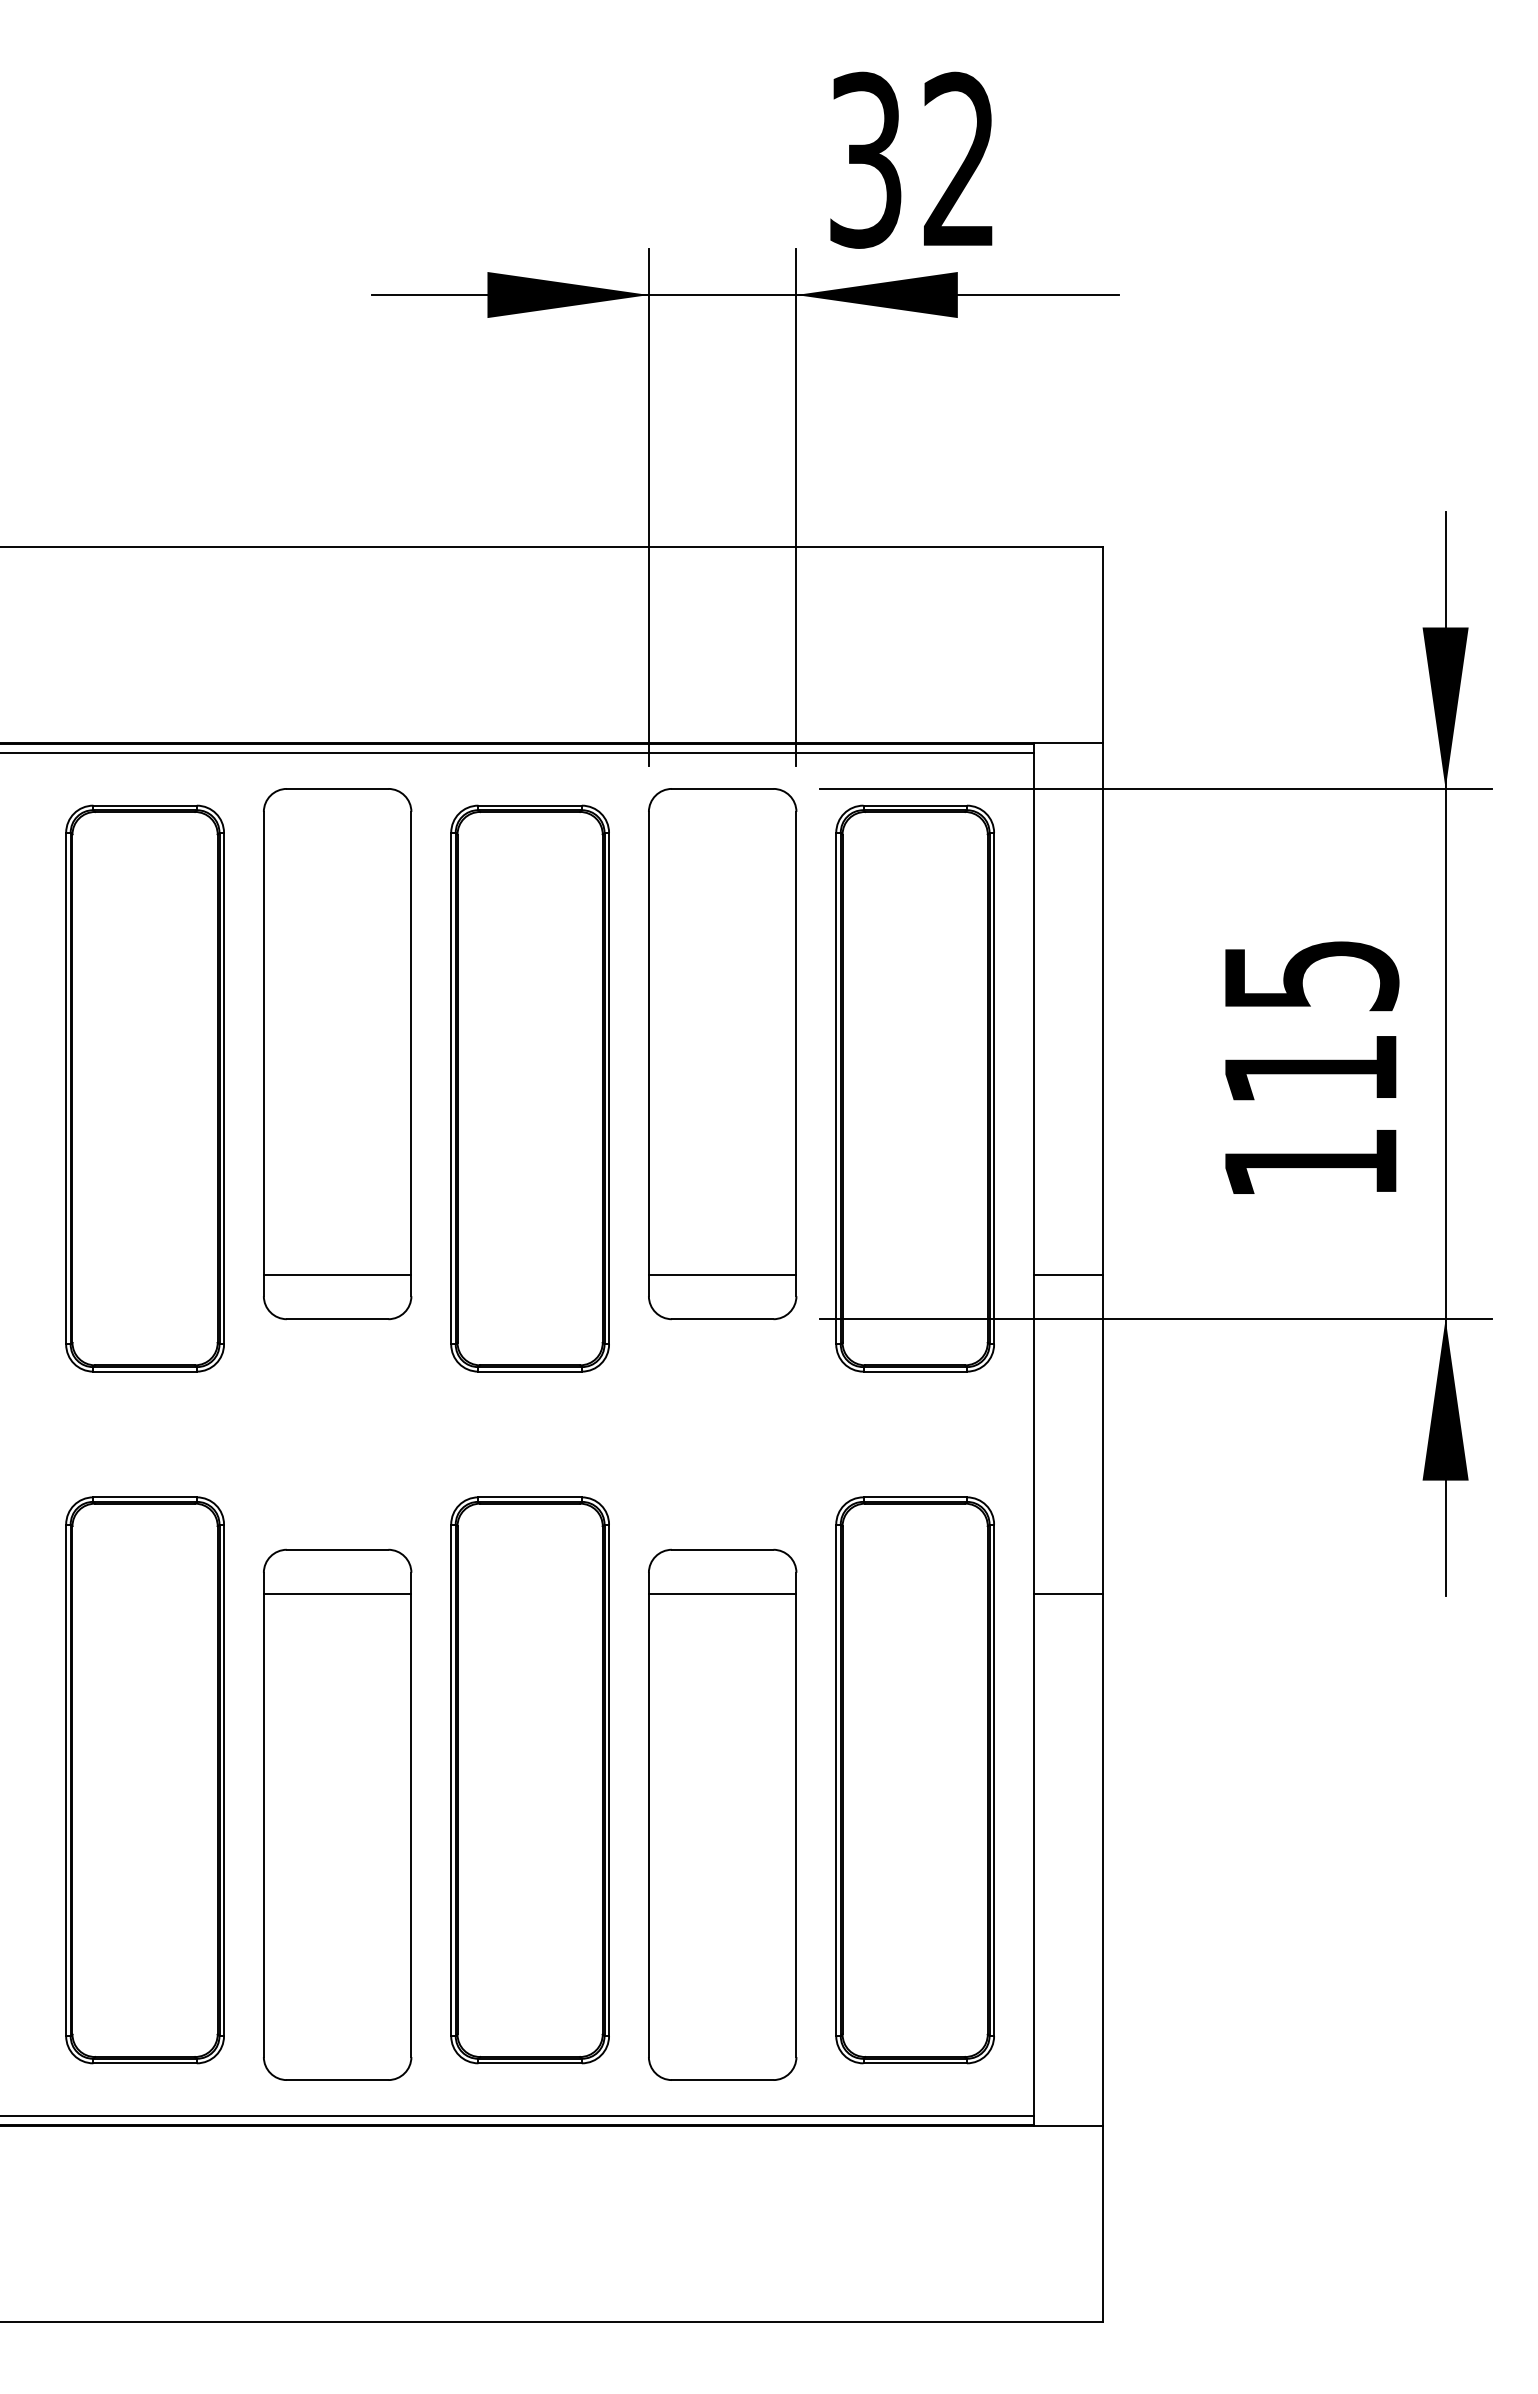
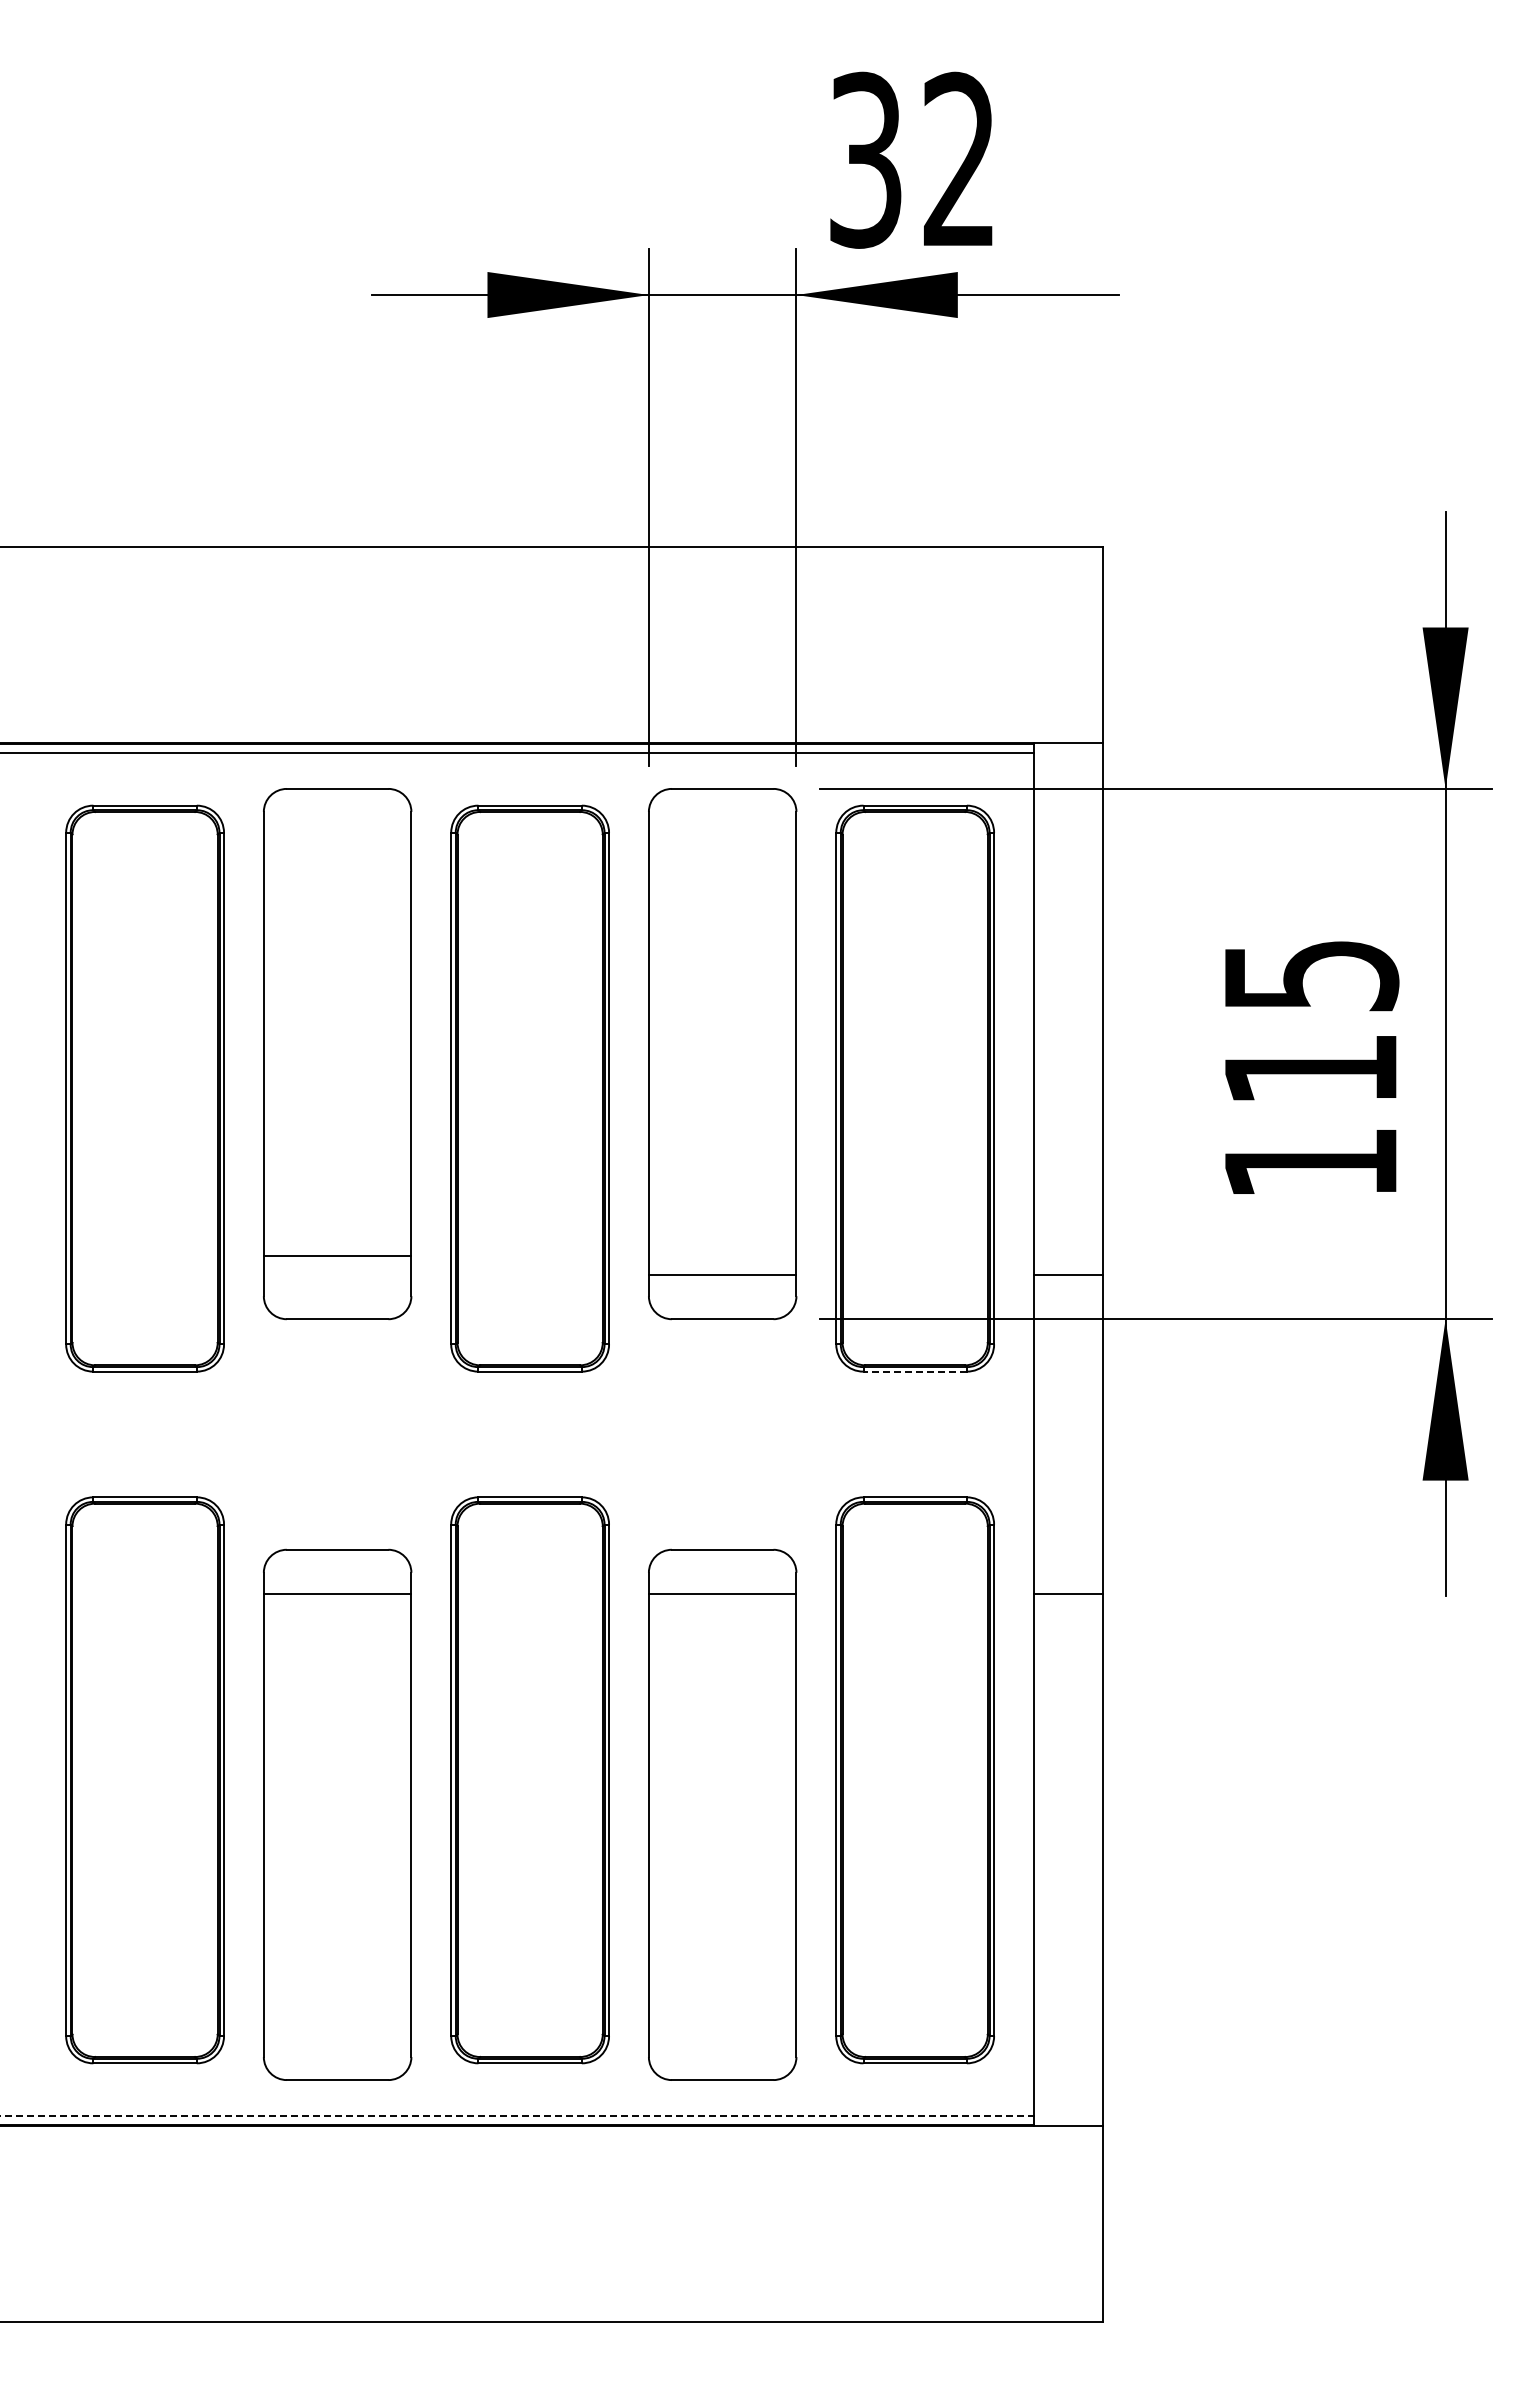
line at (337, 1274) position: (337, 1274) -> (337, 1255)
line at (915, 1371): solid -> dashed
line at (517, 2116): solid -> dashed
